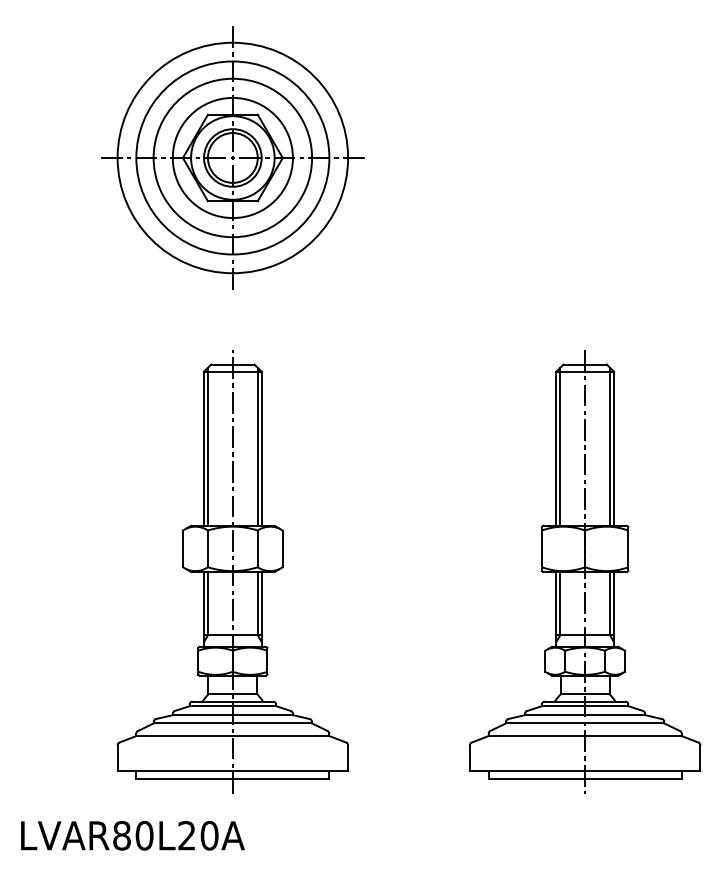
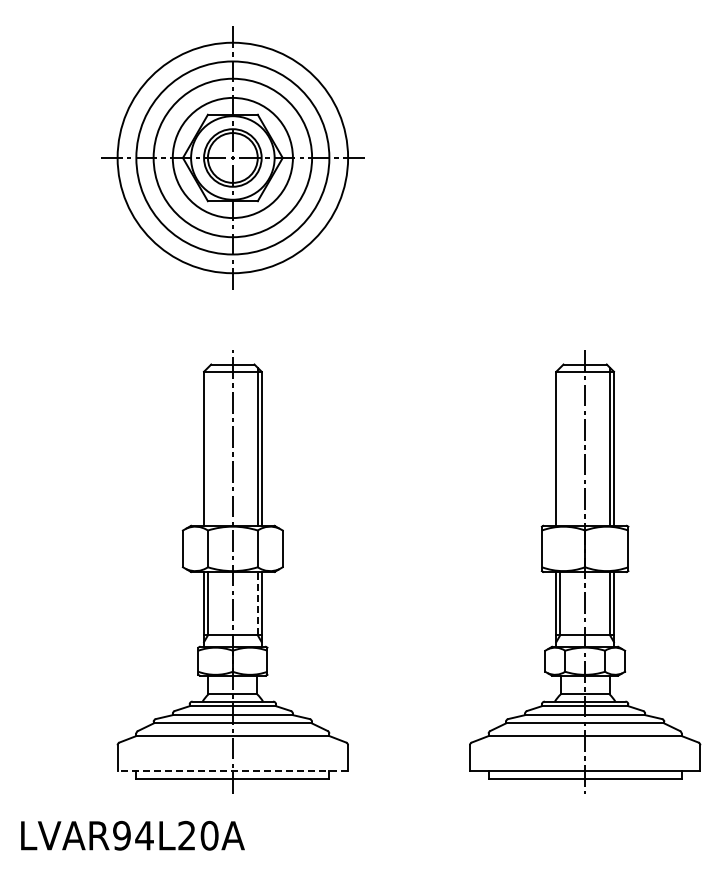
line at (207, 446): present -> none
line at (560, 446): present -> none
line at (257, 603): solid -> dashed
line at (232, 770): solid -> dashed
text at (133, 835): LVAR80L20A -> LVAR94L20A
